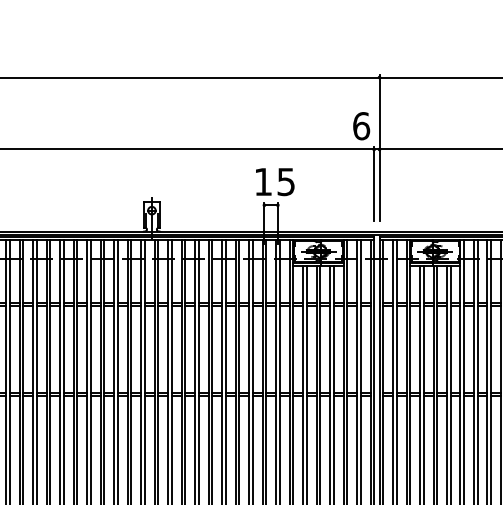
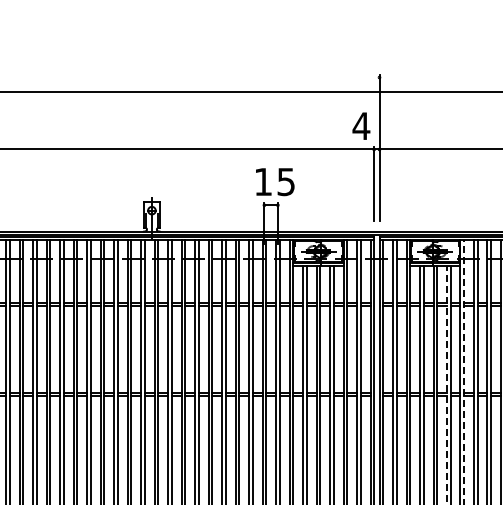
line at (250, 77) position: (250, 77) -> (250, 91)
text at (361, 126): 6 -> 4
line at (464, 372): solid -> dashed
line at (446, 385): solid -> dashed
